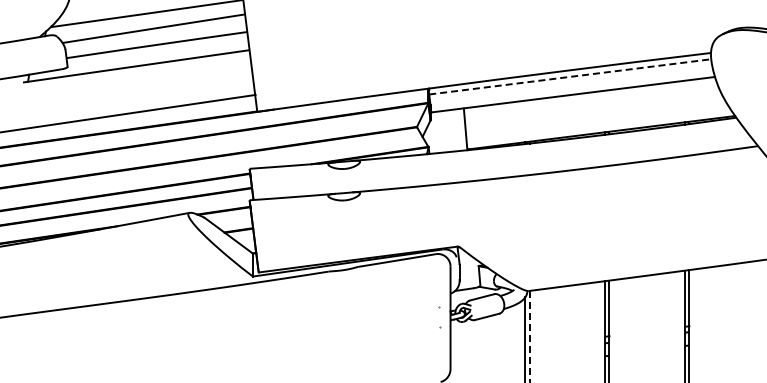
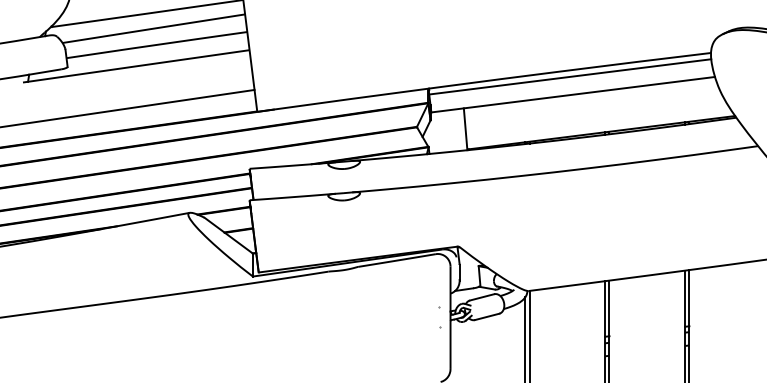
line at (570, 76): dashed -> solid
line at (128, 113) position: (128, 113) -> (128, 108)
line at (529, 336): dashed -> solid
